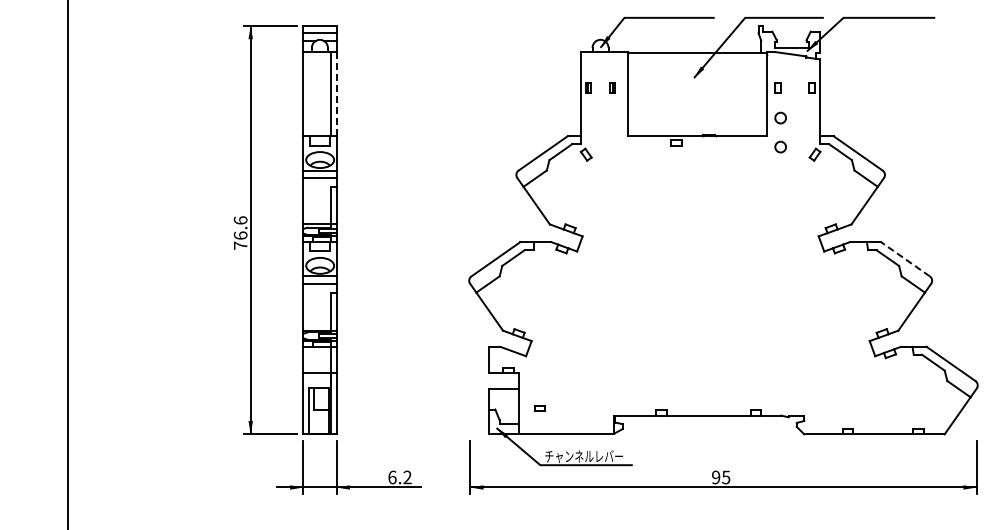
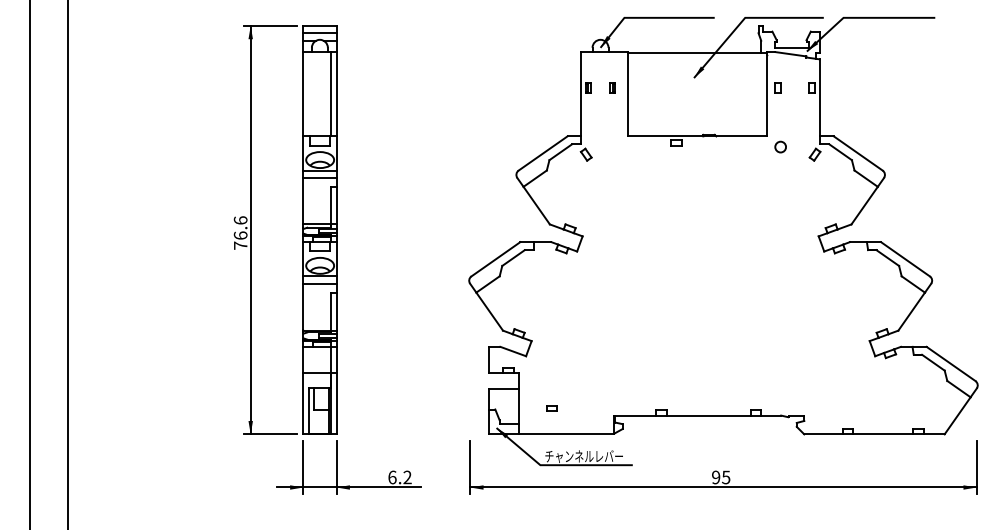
line at (336, 93): dashed -> solid
circle at (780, 117): present -> none
line at (905, 259): dashed -> solid
line at (30, 264): none -> present
part at (539, 408) position: (539, 408) -> (551, 408)
